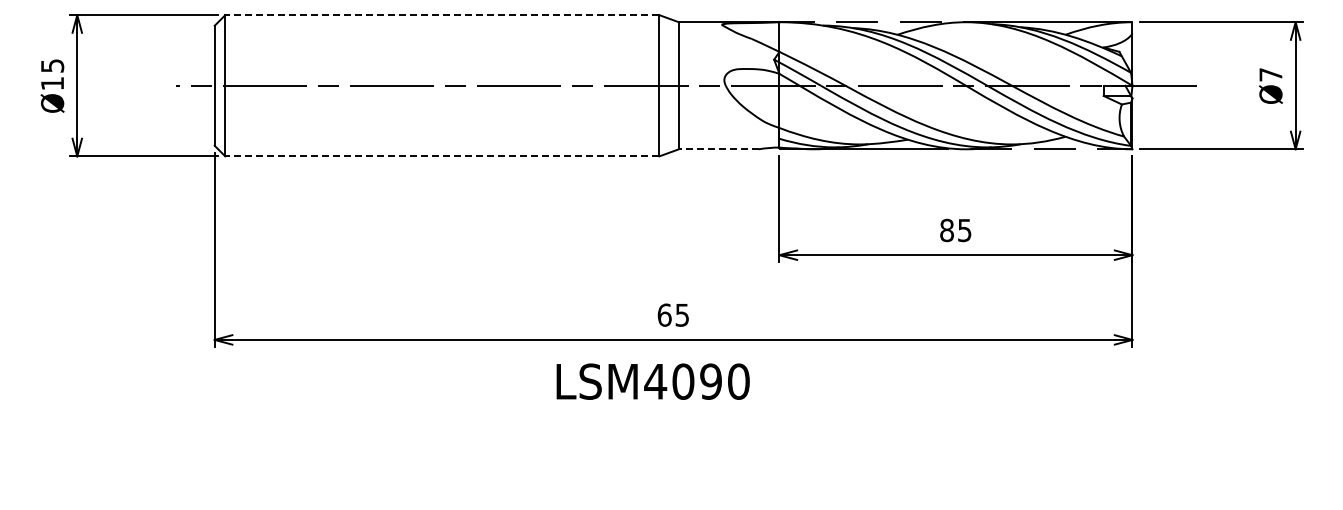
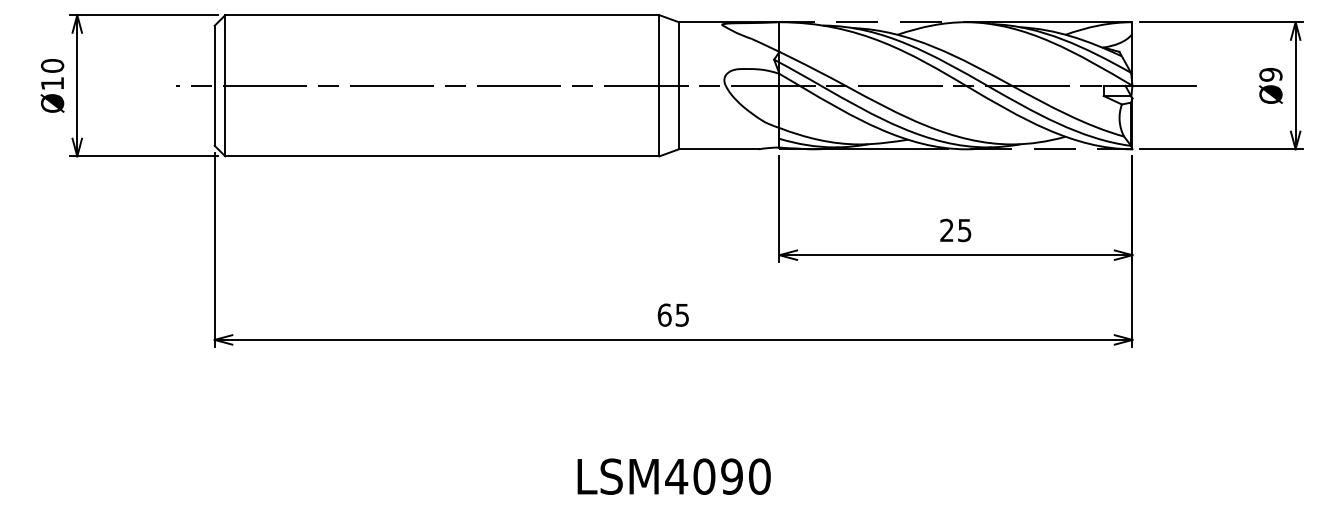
line at (441, 15): dashed -> solid
text at (52, 65): Ø15 -> Ø10
text at (1270, 74): Ø7 -> Ø9
line at (718, 149): dashed -> solid
line at (441, 156): dashed -> solid
text at (946, 230): 85 -> 25
text at (652, 381) position: (652, 381) -> (673, 476)
